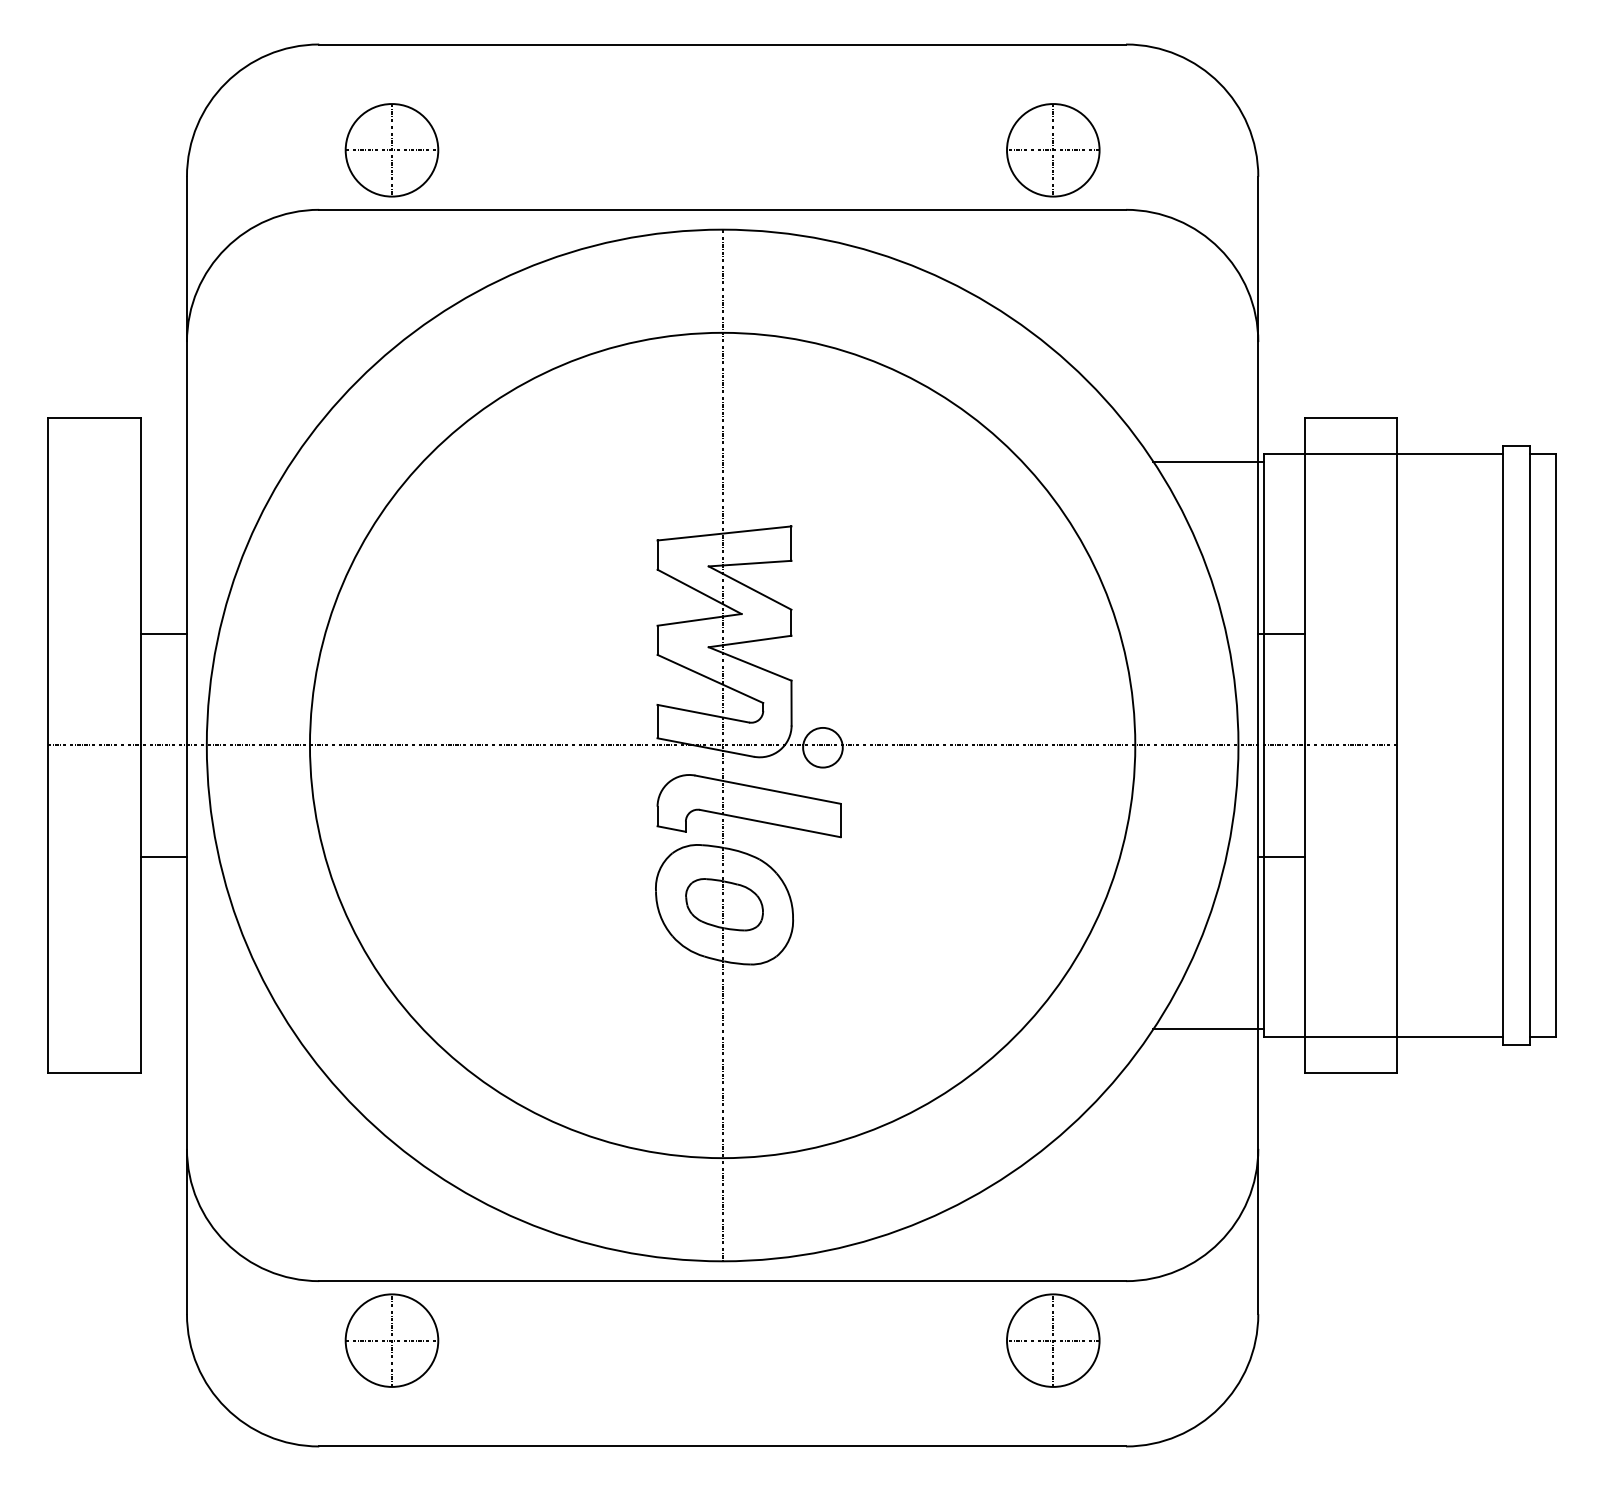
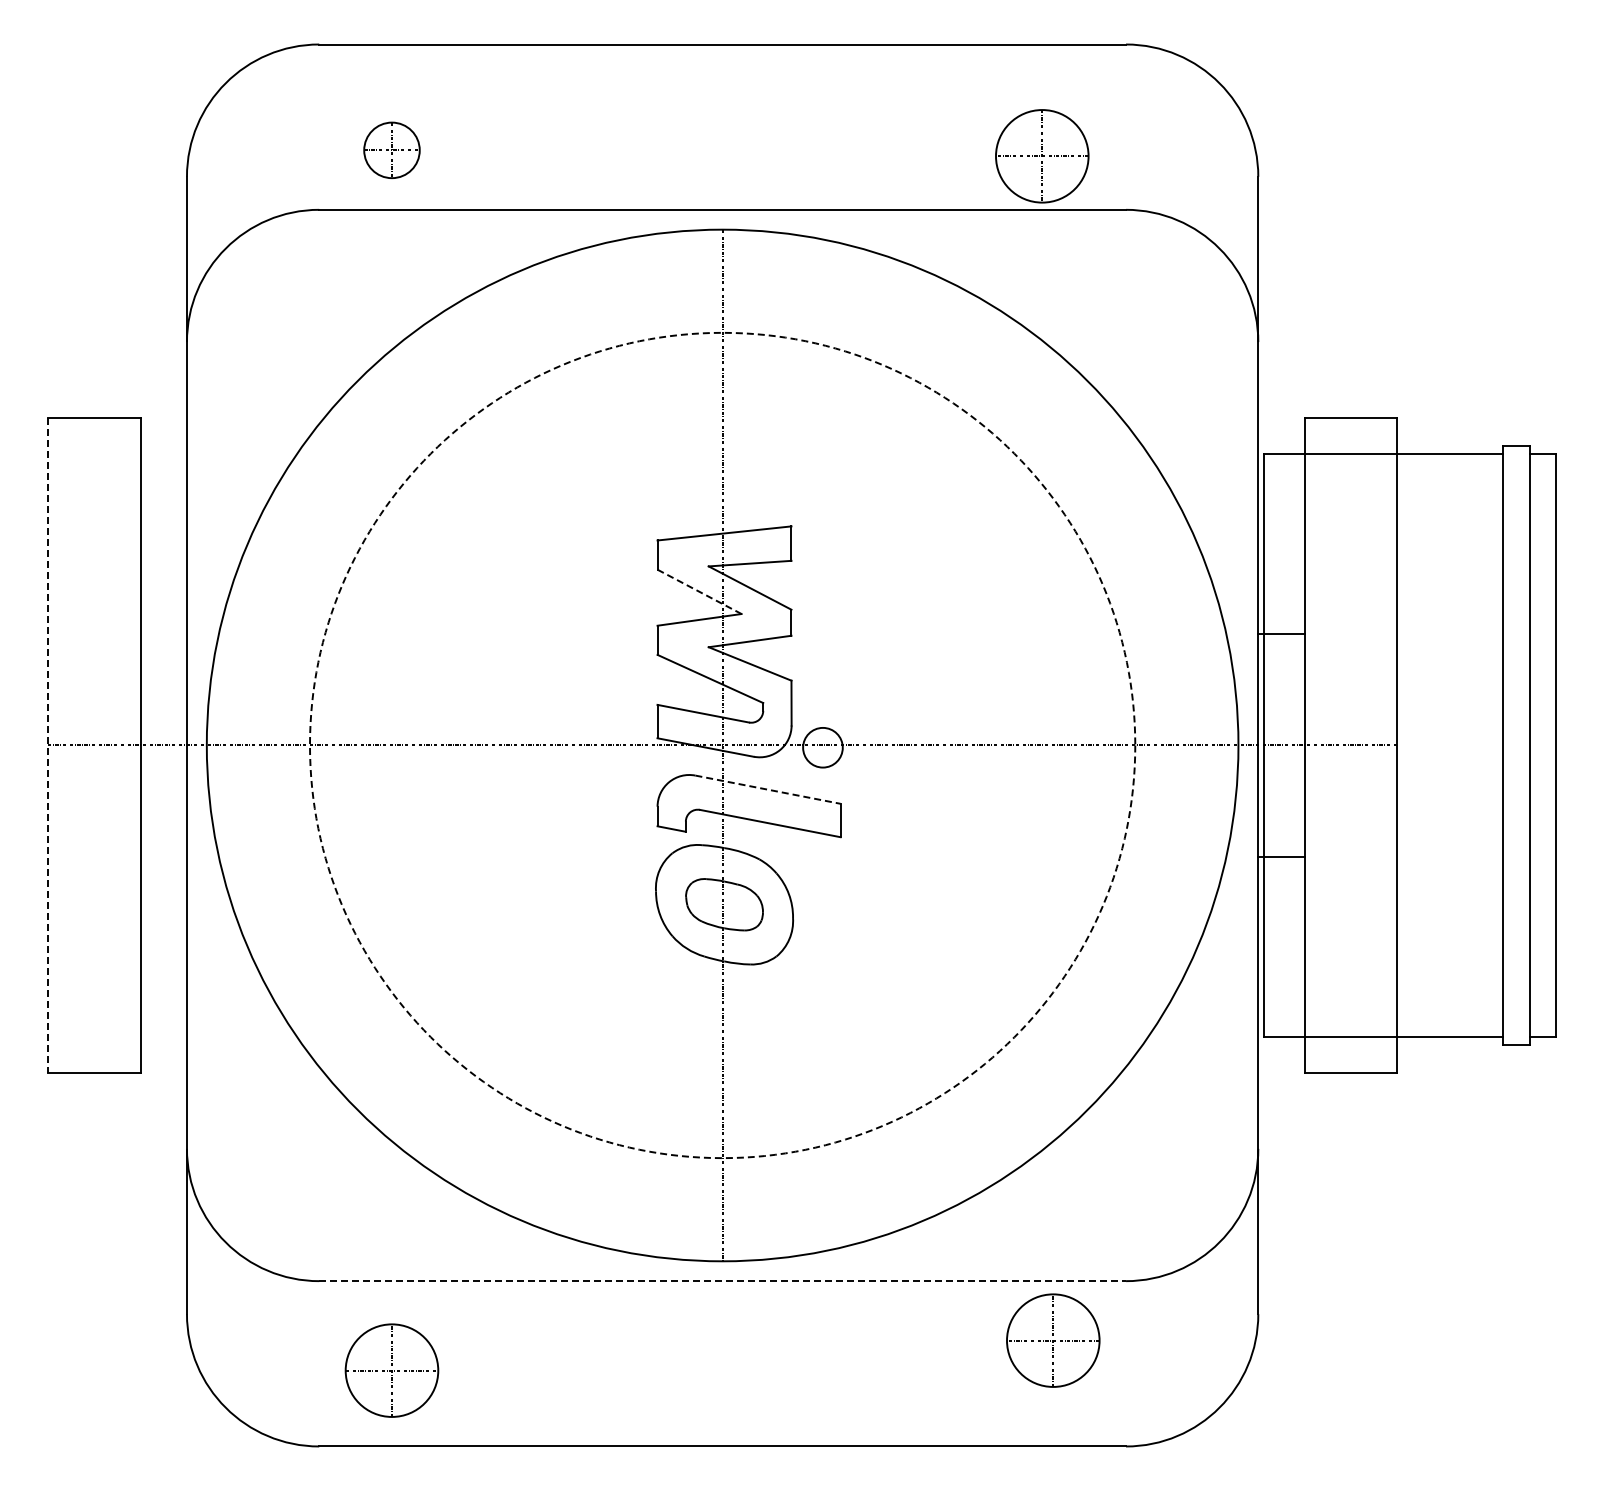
part at (391, 150) size: 96x95 px -> 58x58 px
part at (1053, 150) position: (1053, 150) -> (1042, 156)
line at (1208, 461): present -> none
line at (699, 591): solid -> dashed
line at (163, 634): present -> none
line at (48, 745): solid -> dashed
circle at (722, 745): solid -> dashed
line at (768, 789): solid -> dashed
line at (163, 856): present -> none
line at (1208, 1029): present -> none
line at (723, 1281): solid -> dashed
part at (391, 1340) position: (391, 1340) -> (391, 1370)
